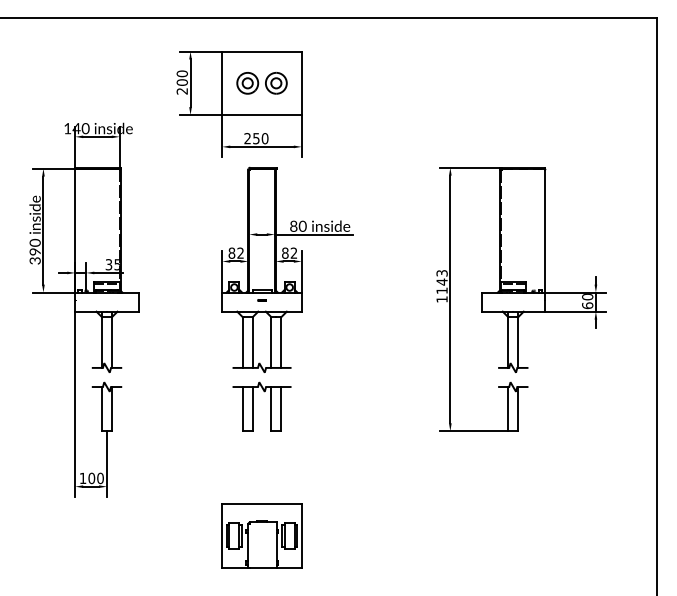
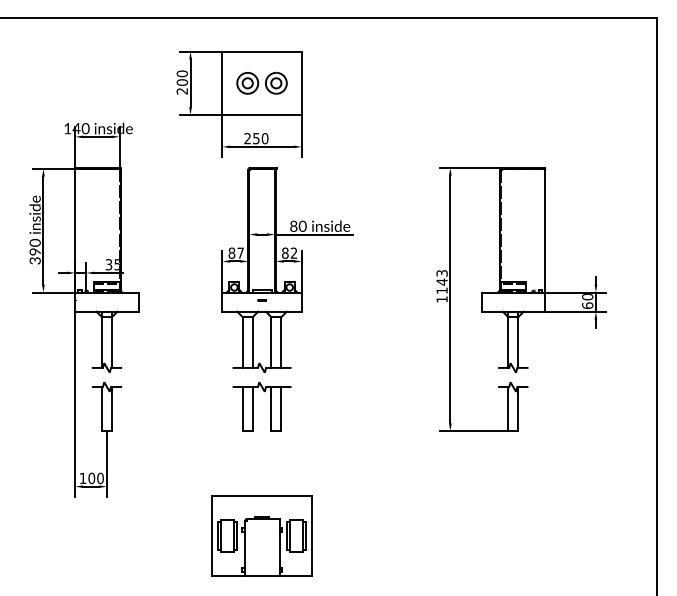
text at (240, 252): 82 -> 87
part at (261, 535) size: 82x66 px -> 102x82 px
